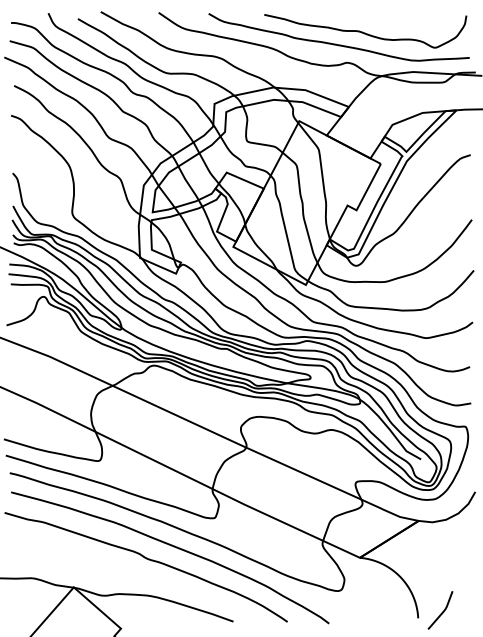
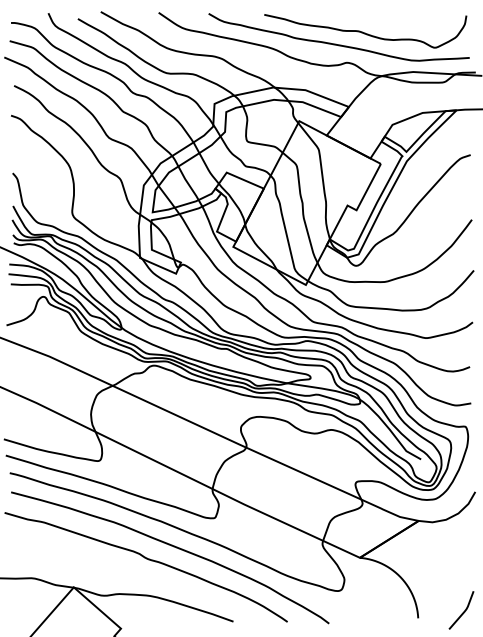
line at (442, 611) position: (442, 611) -> (463, 611)
